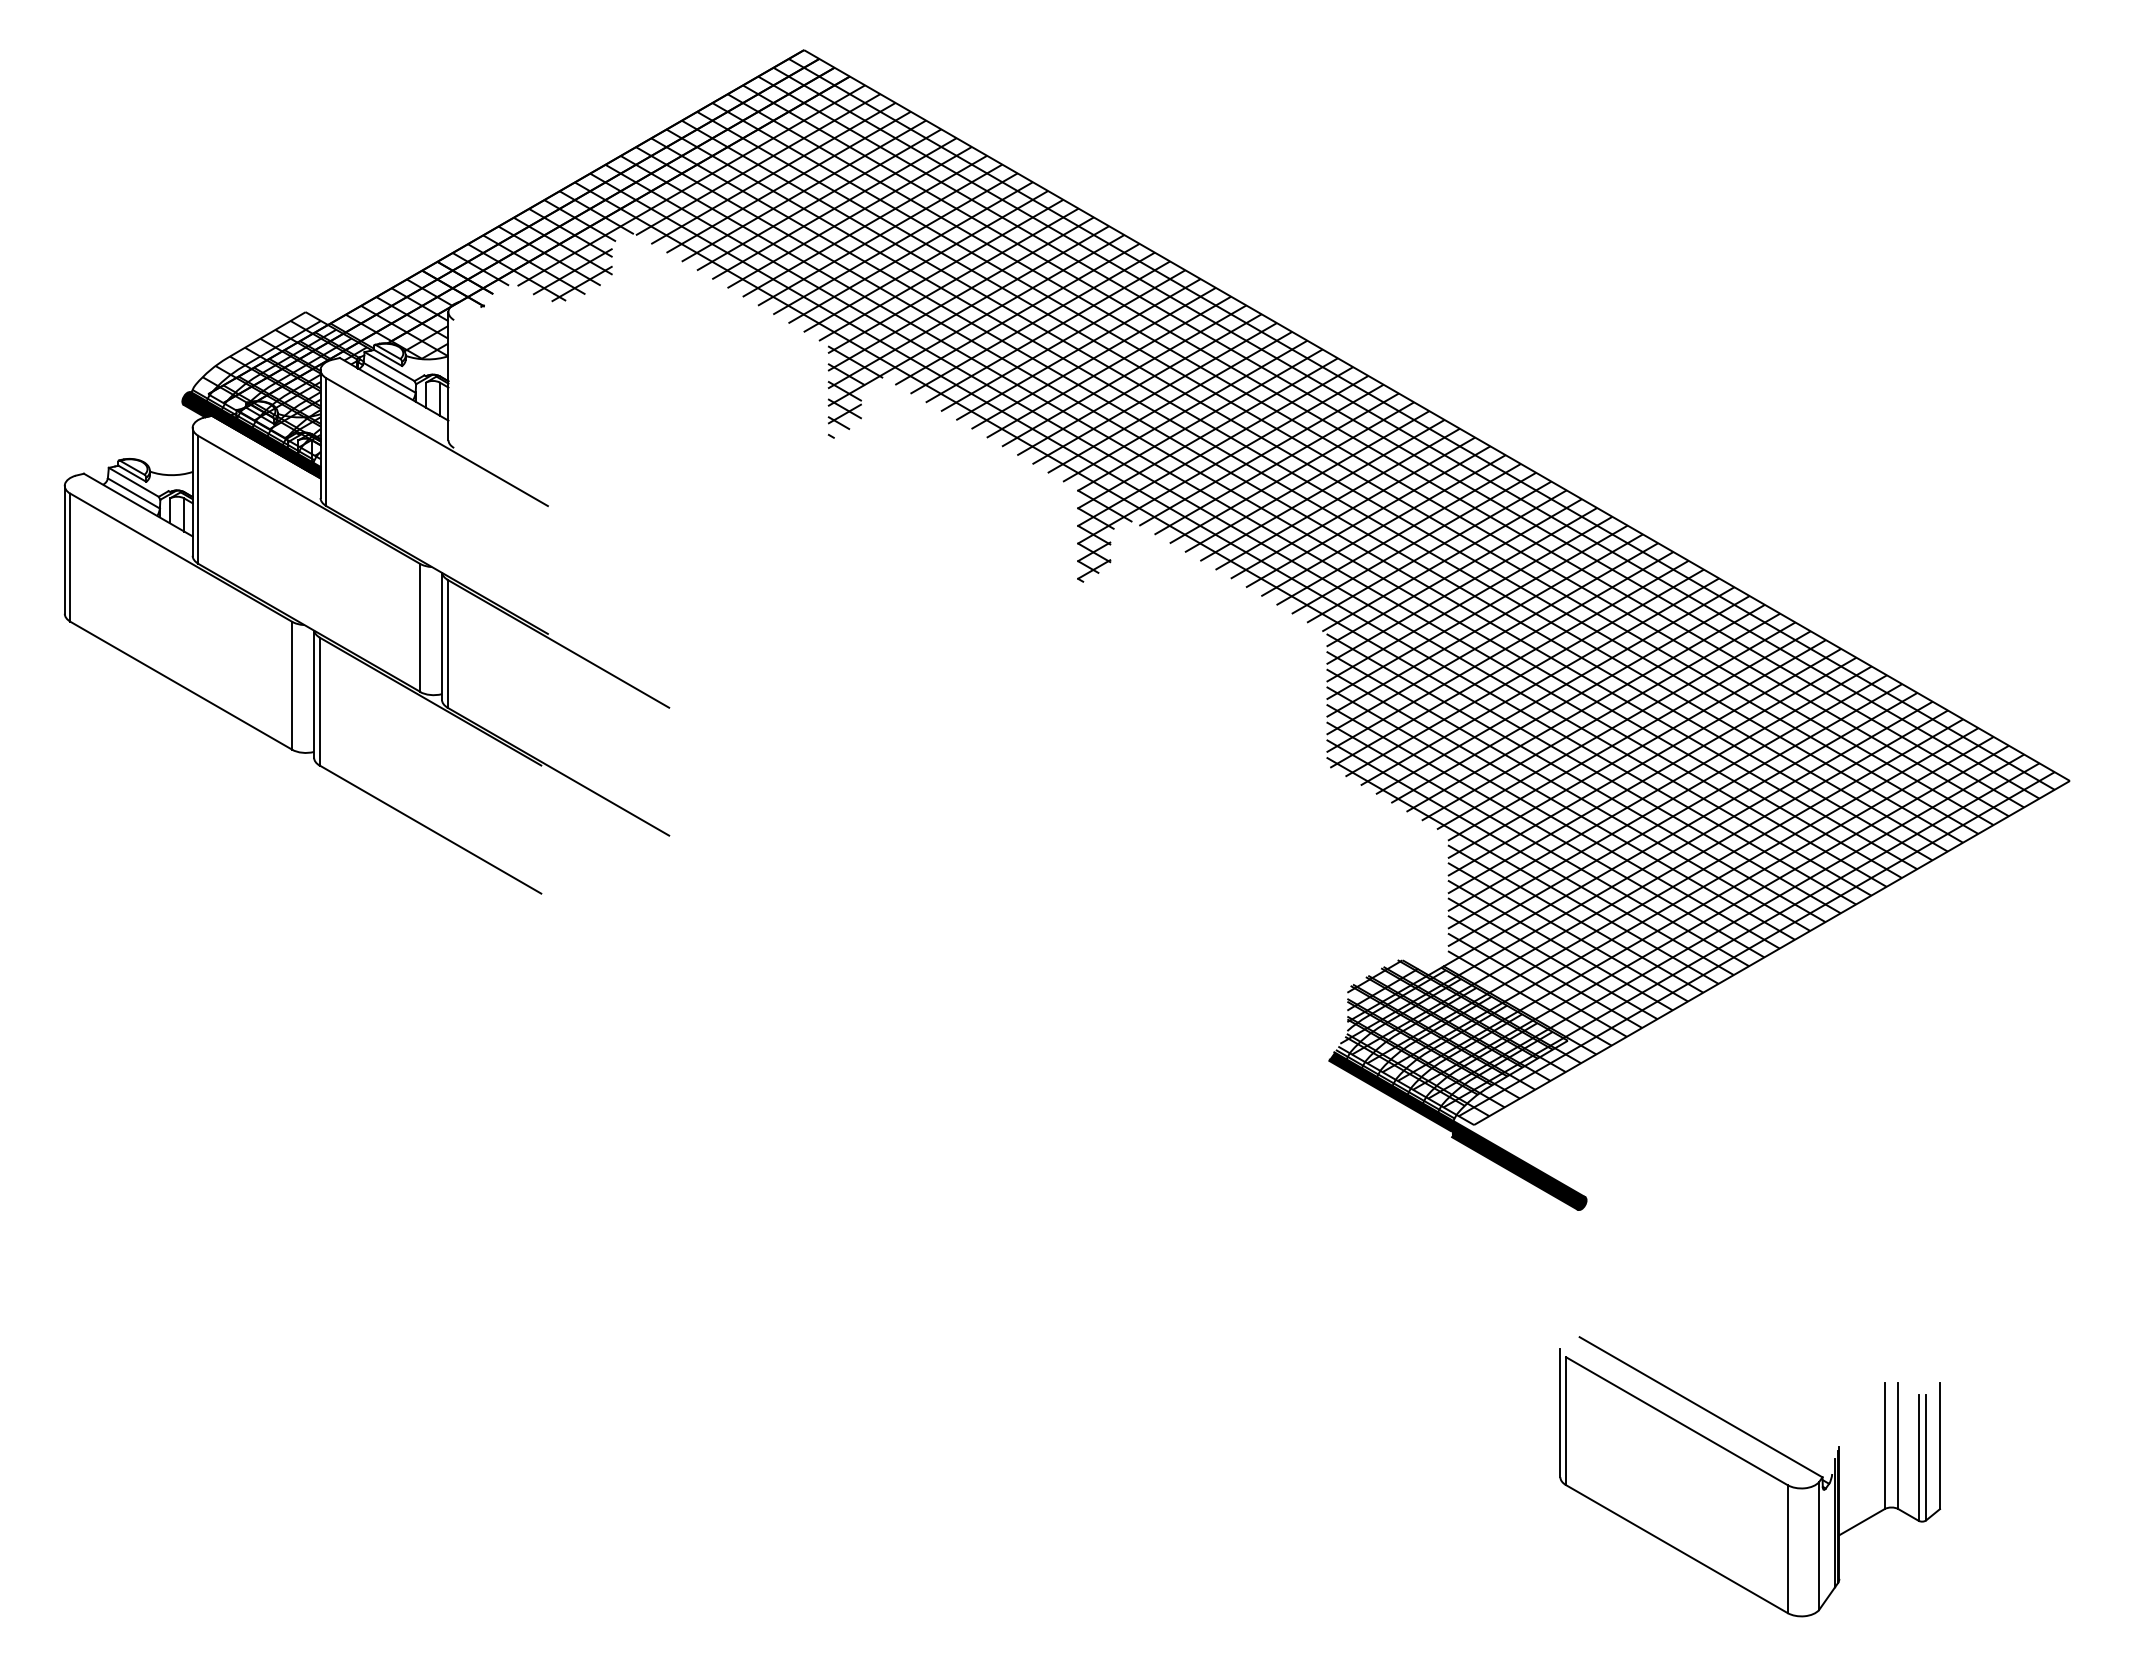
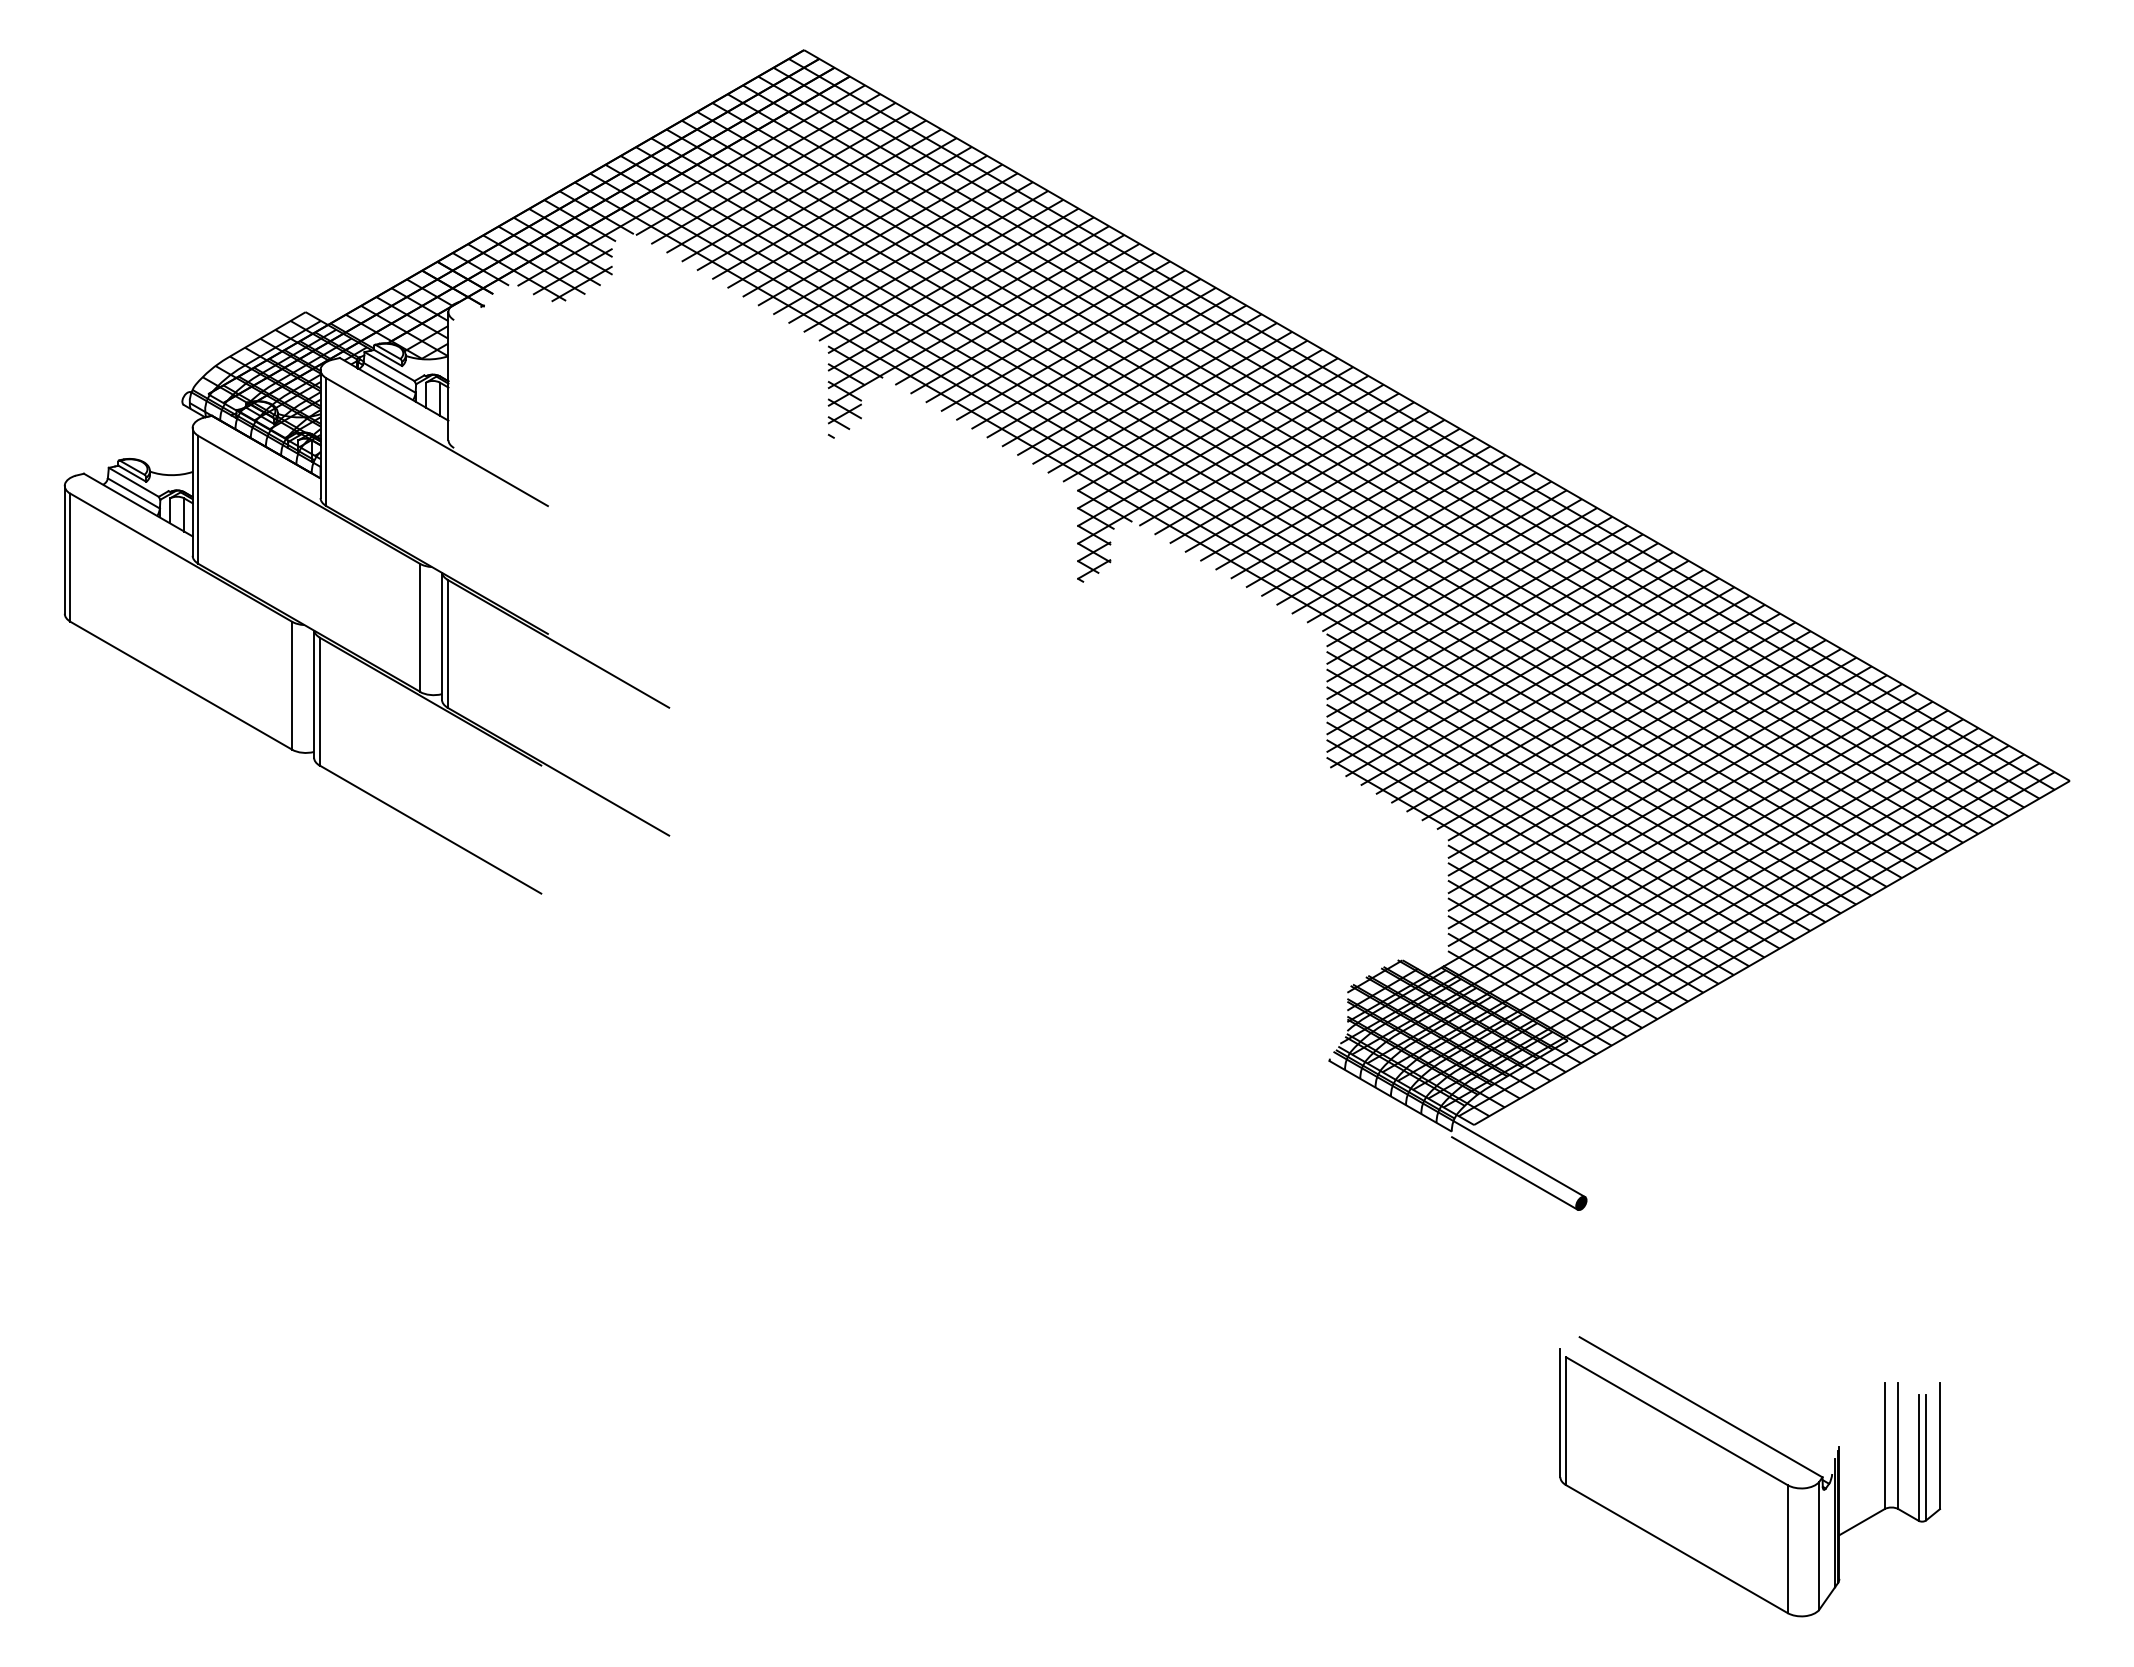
fill at (251, 435): present -> none
fill at (1456, 1130): present -> none
